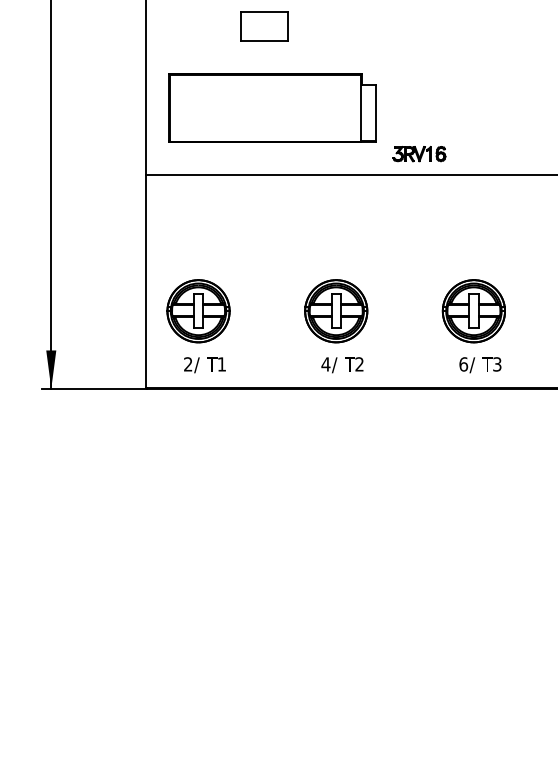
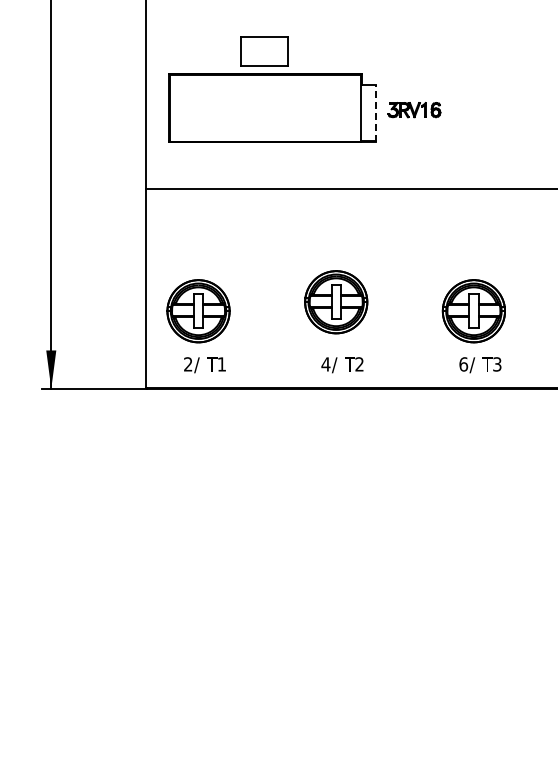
part at (264, 26) position: (264, 26) -> (264, 51)
line at (376, 113): solid -> dashed
part at (419, 154) position: (419, 154) -> (414, 110)
line at (349, 175) position: (349, 175) -> (349, 189)
part at (336, 311) position: (336, 311) -> (336, 302)
